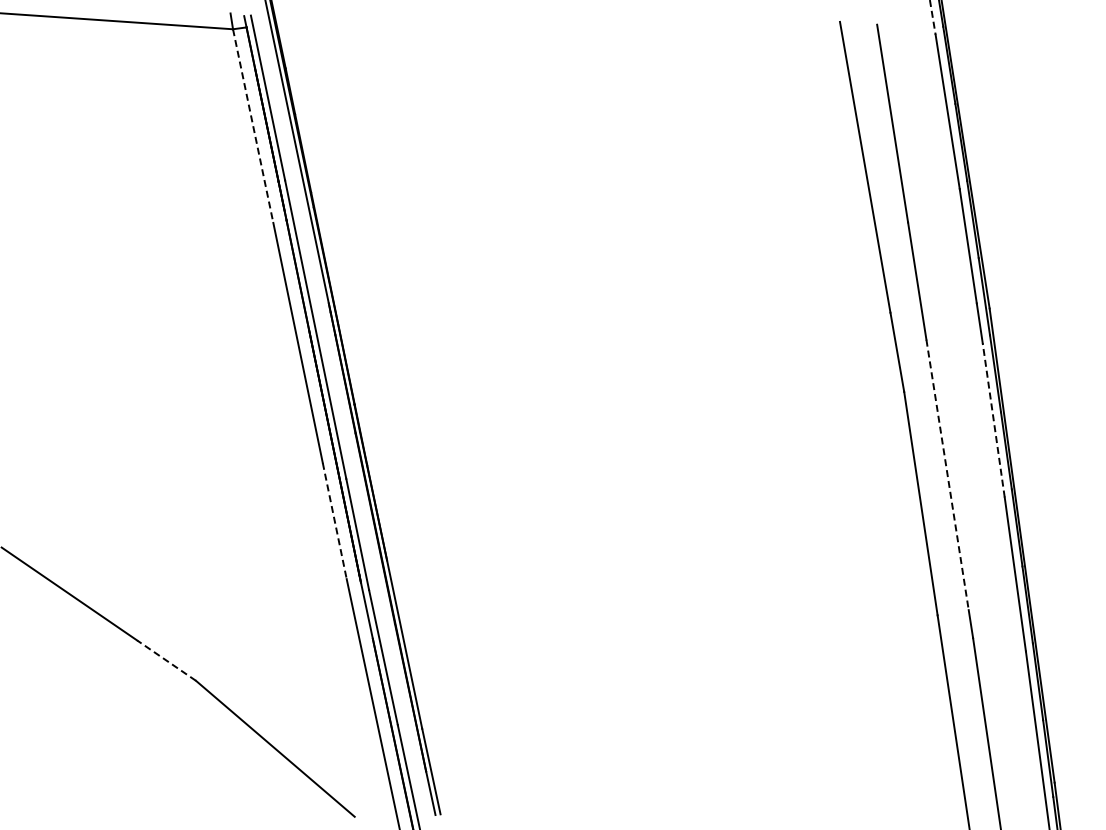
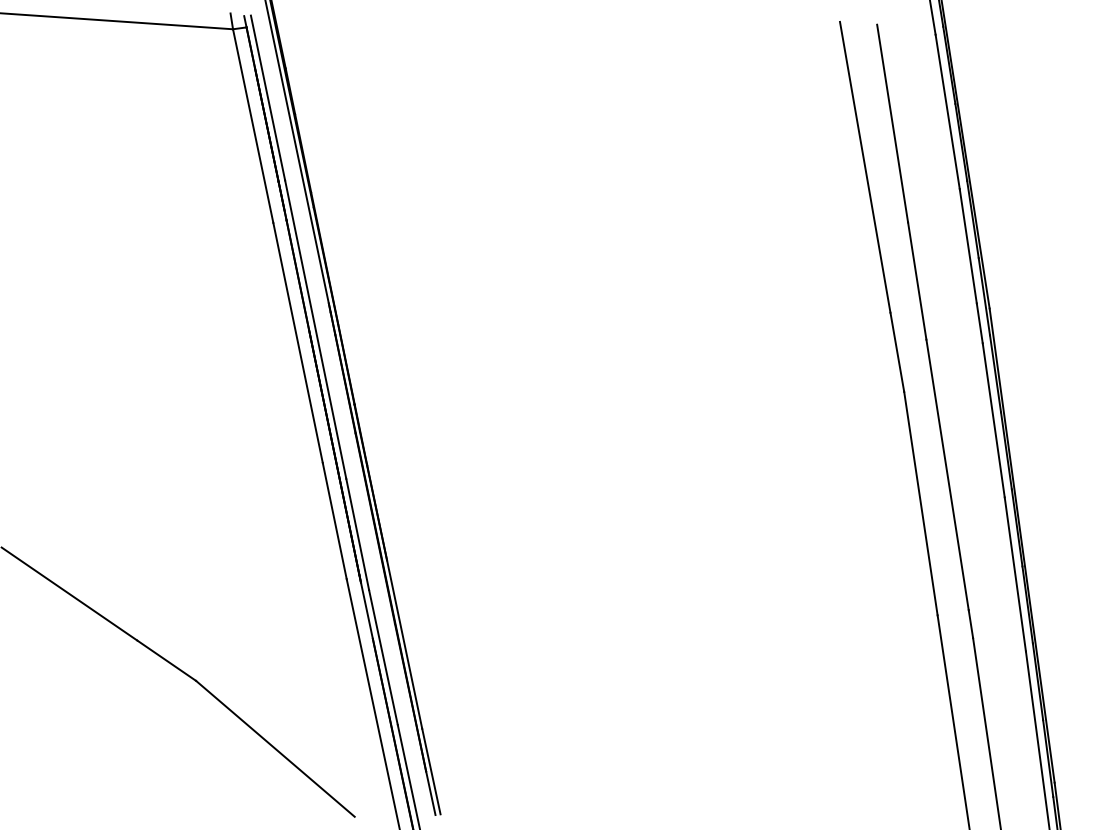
line at (932, 18): dashed -> solid
line at (253, 126): dashed -> solid
line at (993, 420): dashed -> solid
line at (947, 474): dashed -> solid
line at (334, 521): dashed -> solid
line at (166, 660): dashed -> solid
